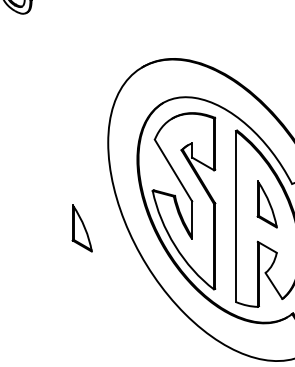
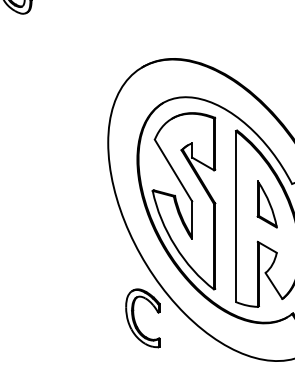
part at (81, 228): present -> none
part at (135, 319): none -> present
